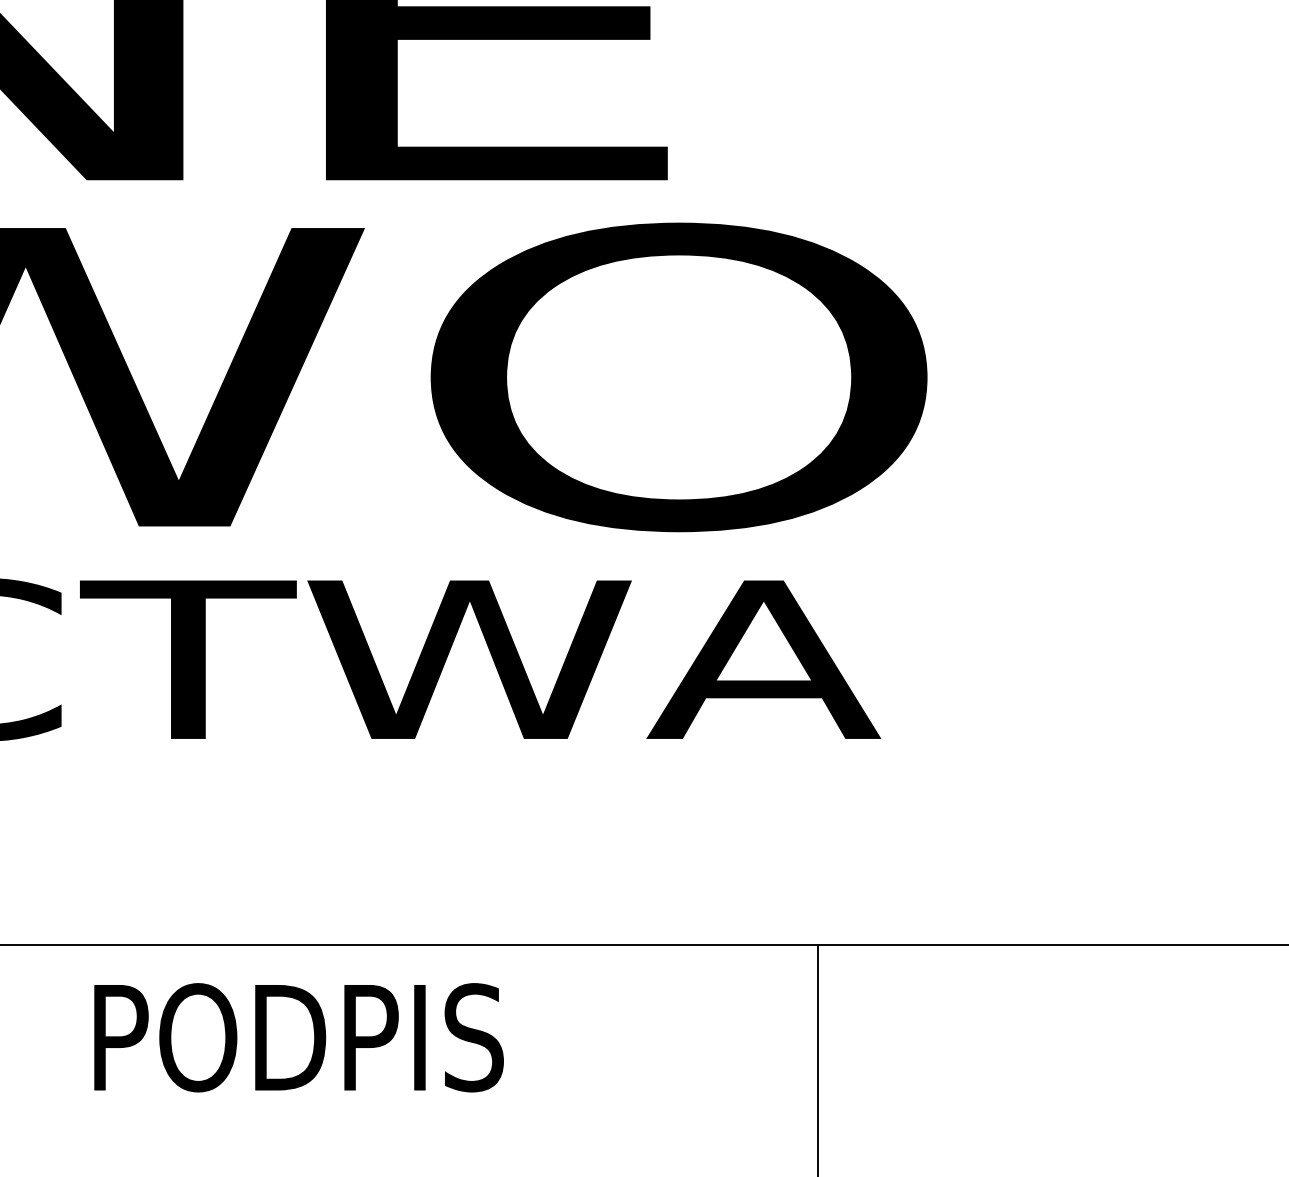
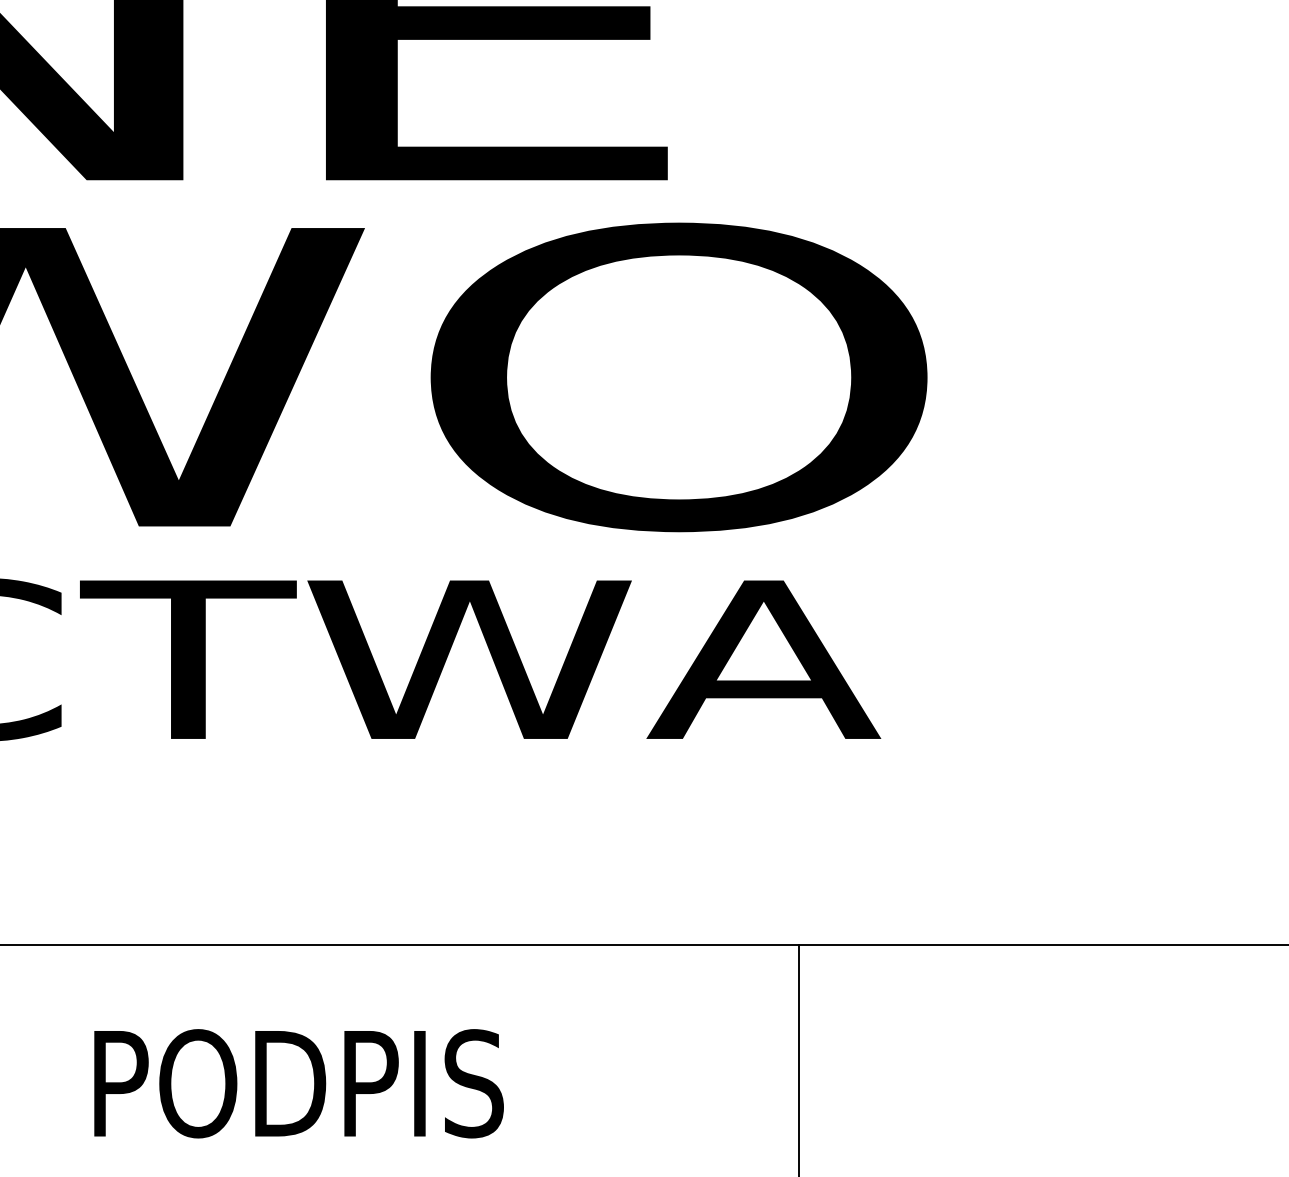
text at (298, 1037) position: (298, 1037) -> (298, 1083)
line at (817, 1058) position: (817, 1058) -> (798, 1058)
